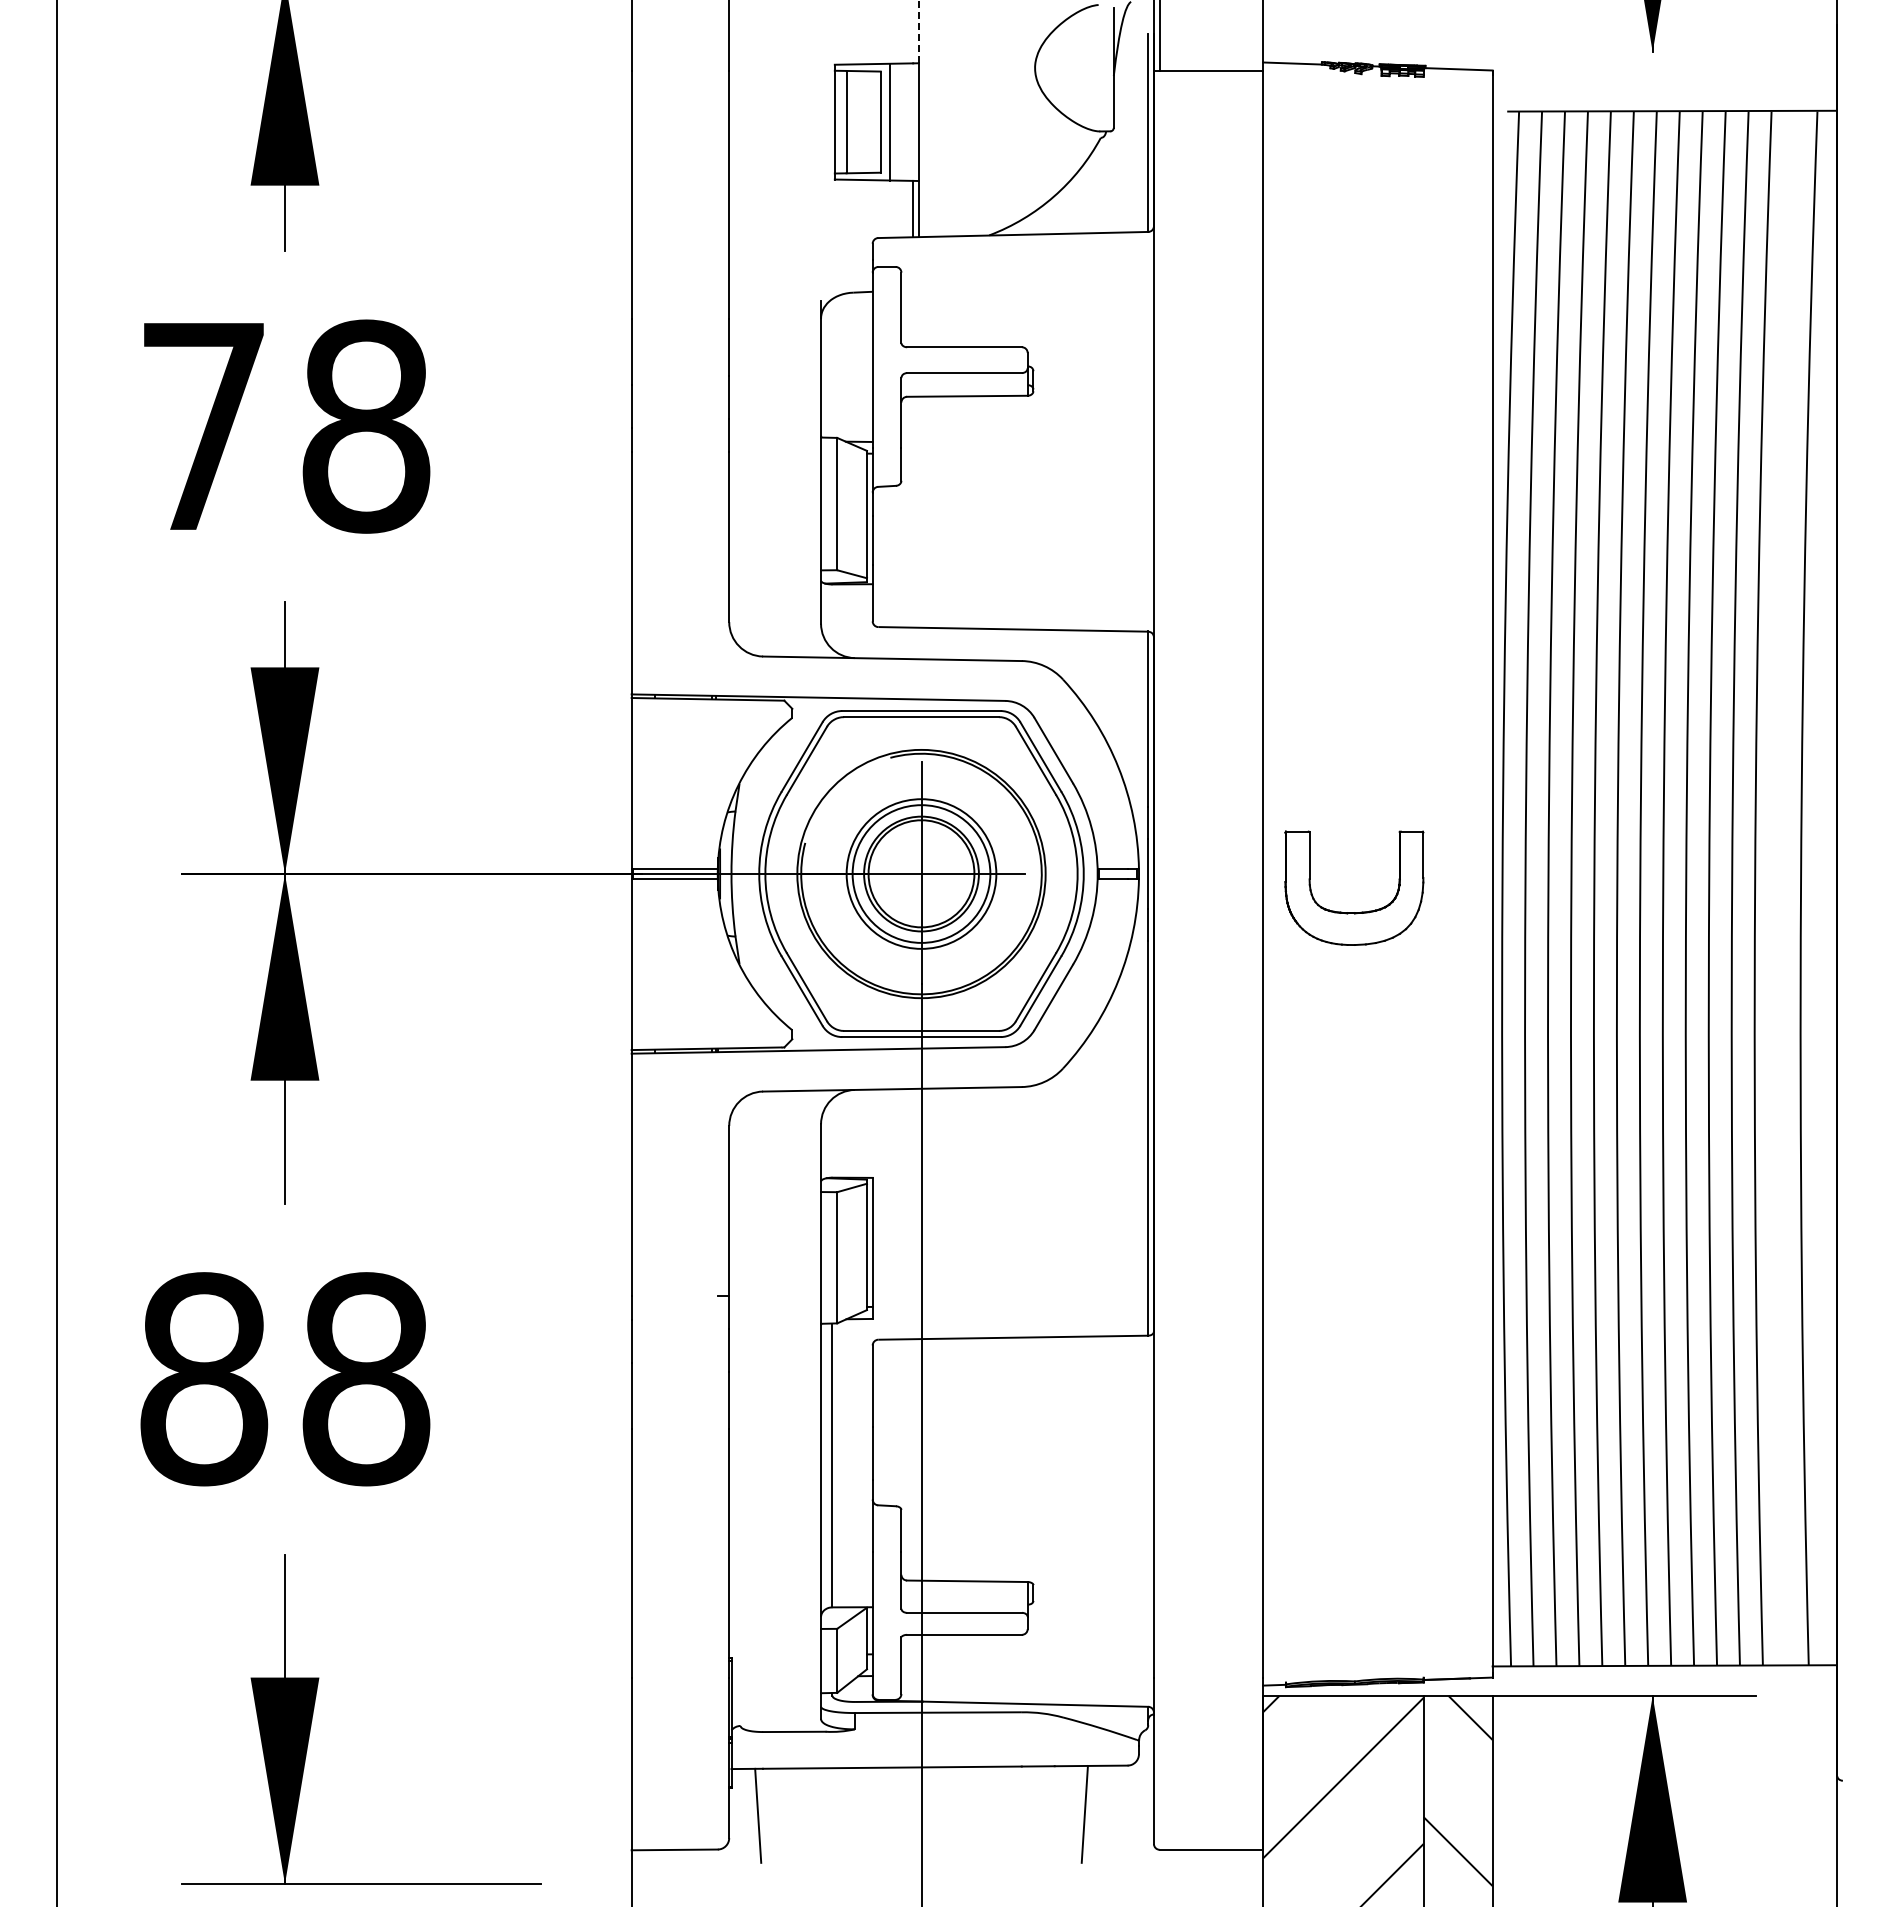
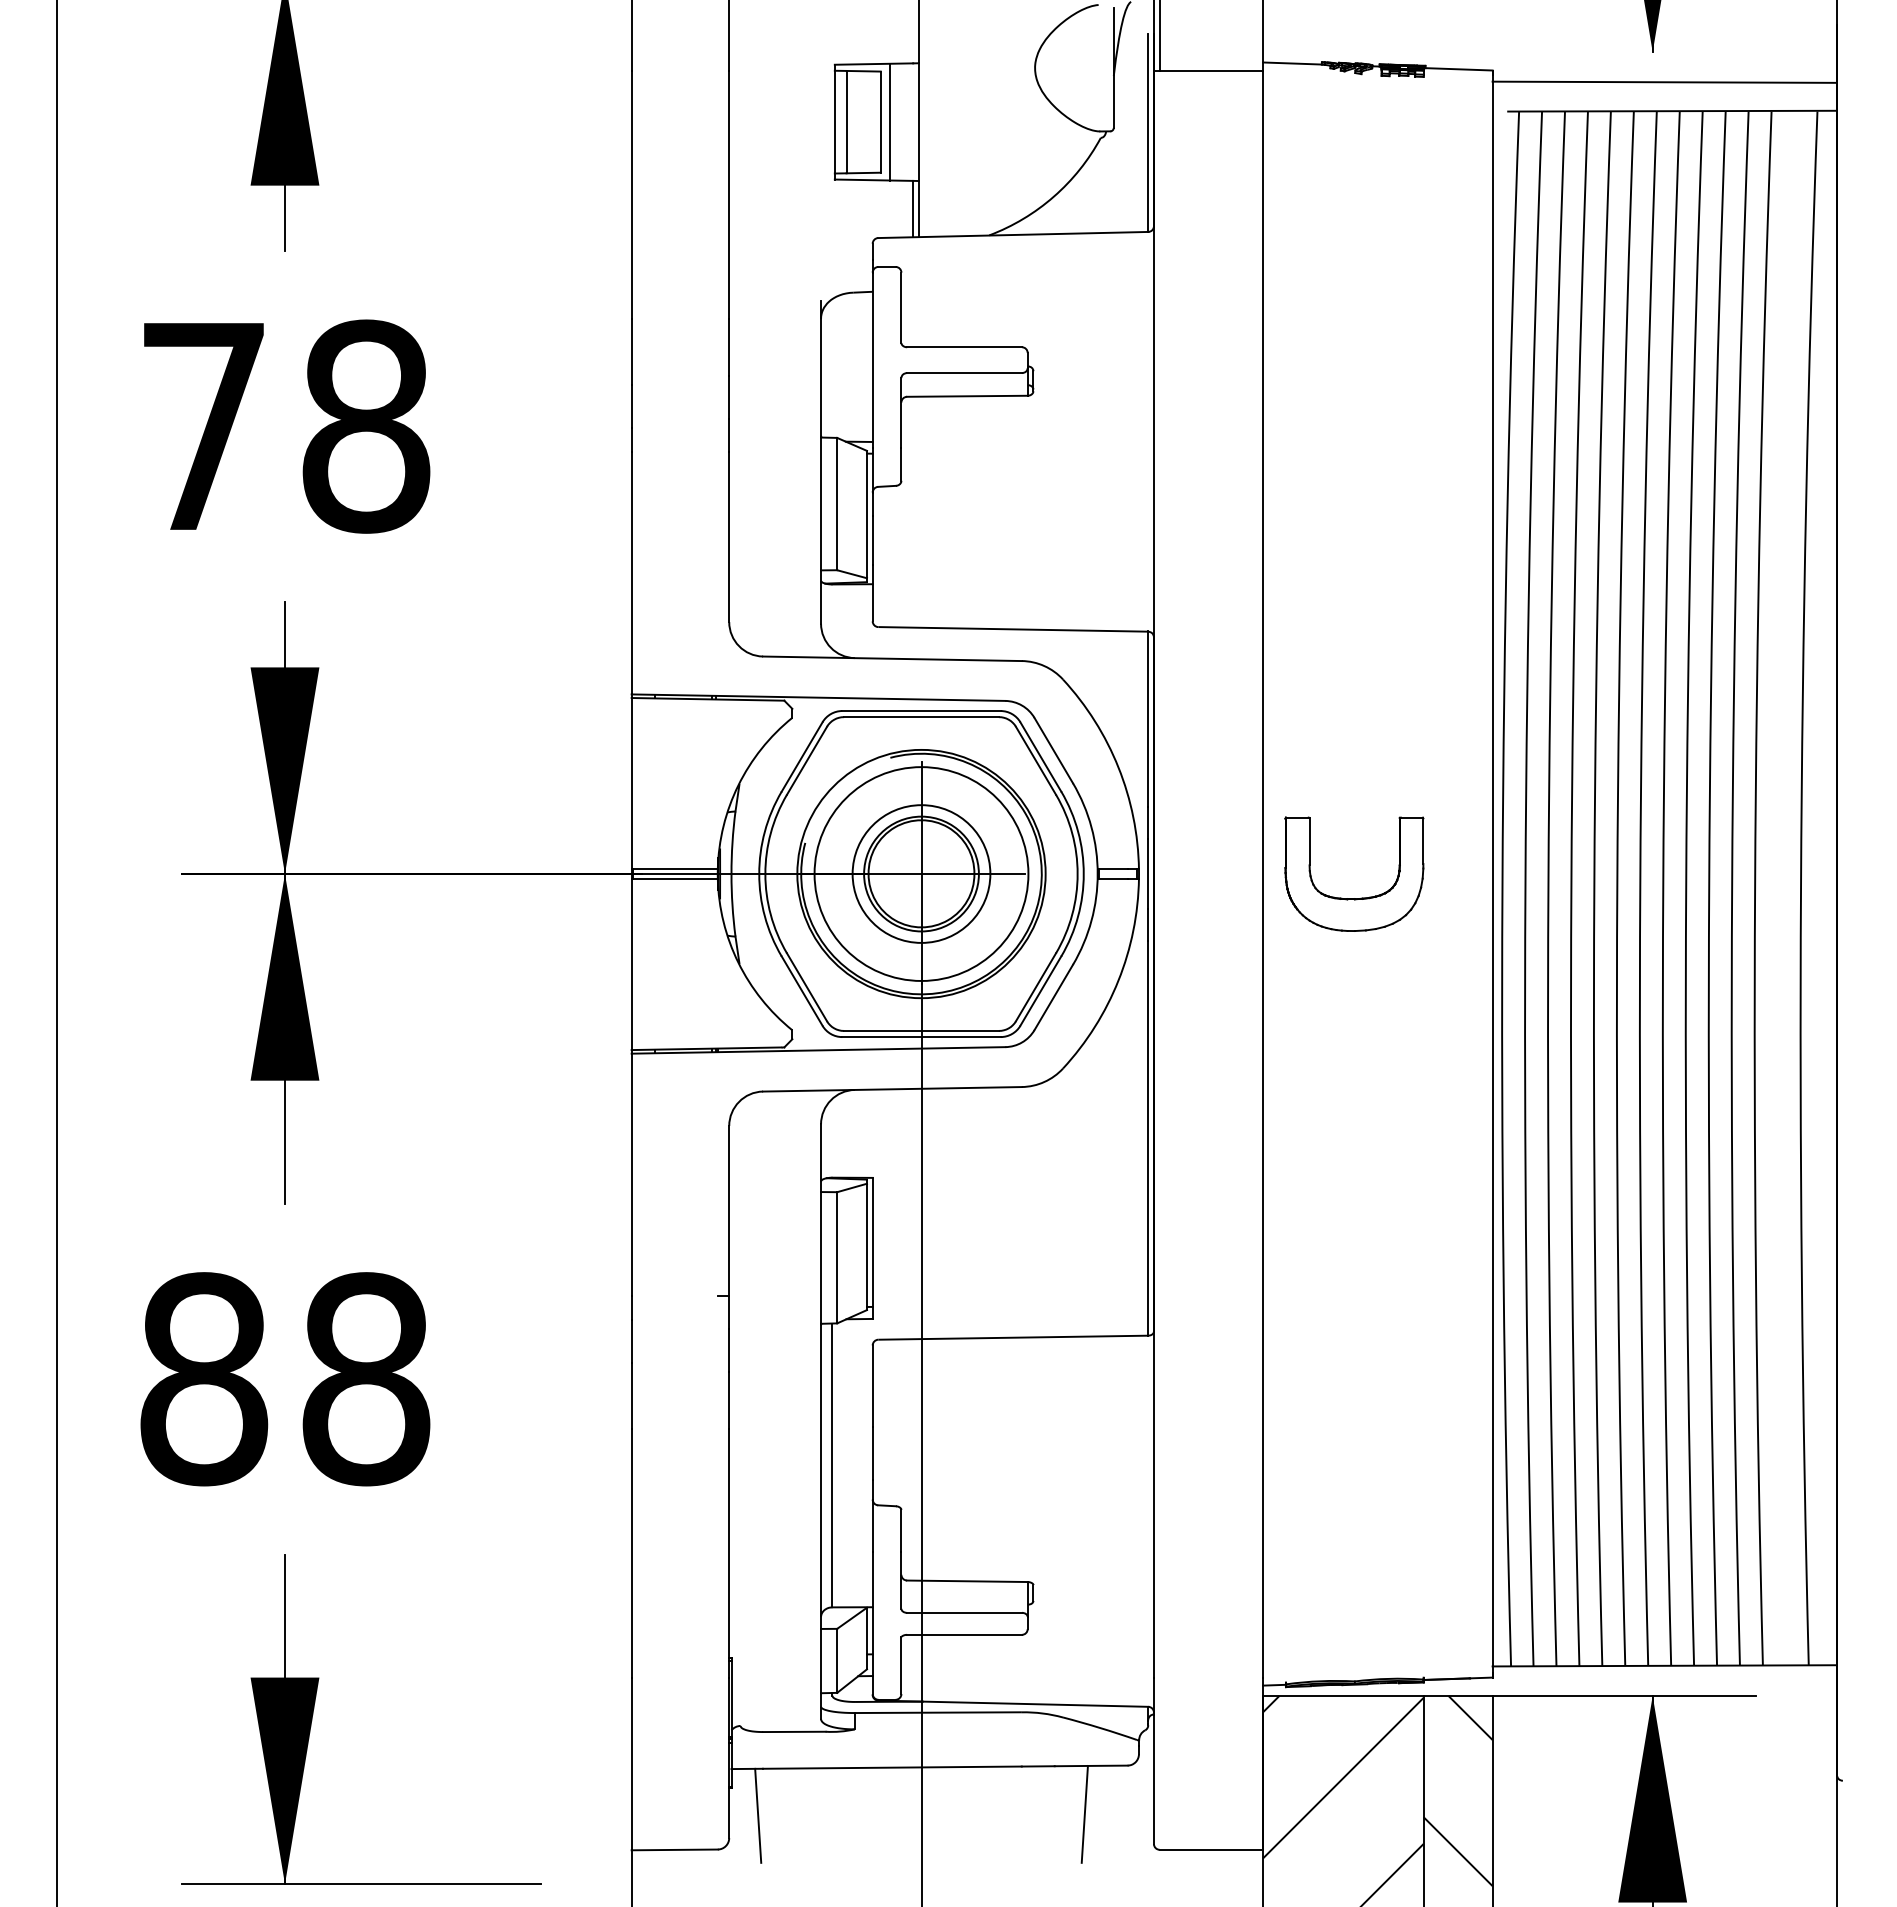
line at (918, 31): dashed -> solid
line at (1664, 81): none -> present
circle at (921, 873) diameter: 150 px -> 214 px
part at (1361, 911) position: (1361, 911) -> (1361, 897)
